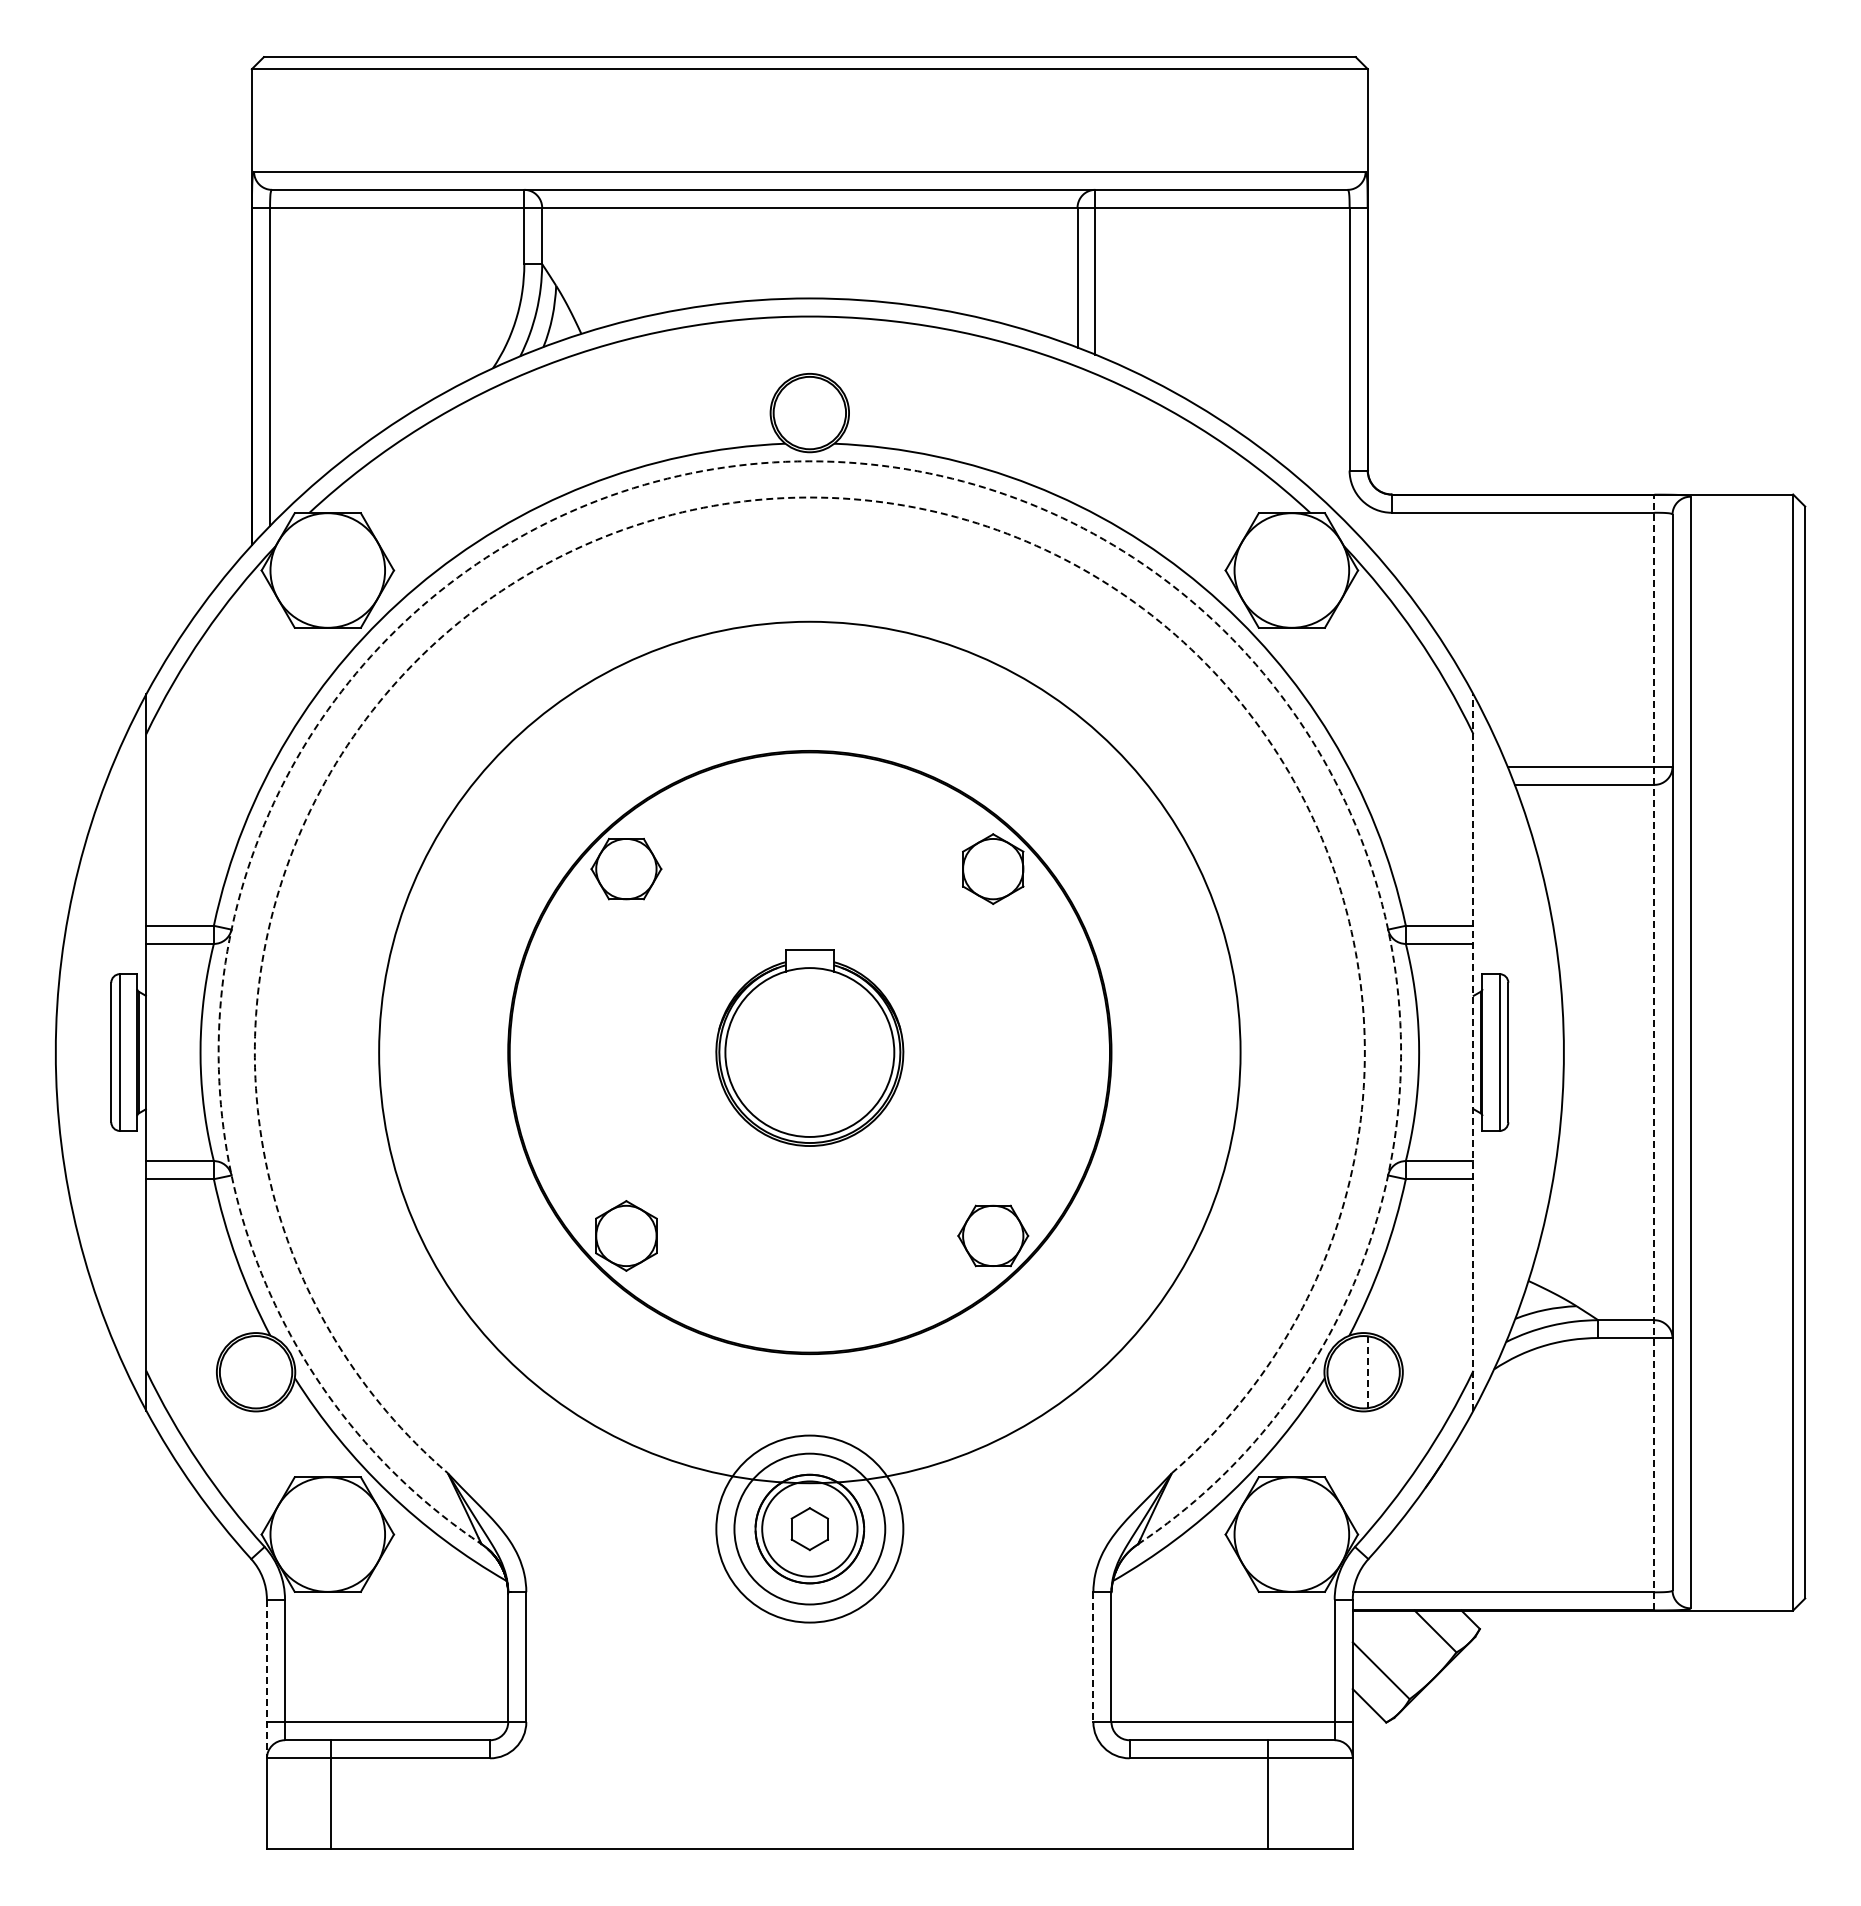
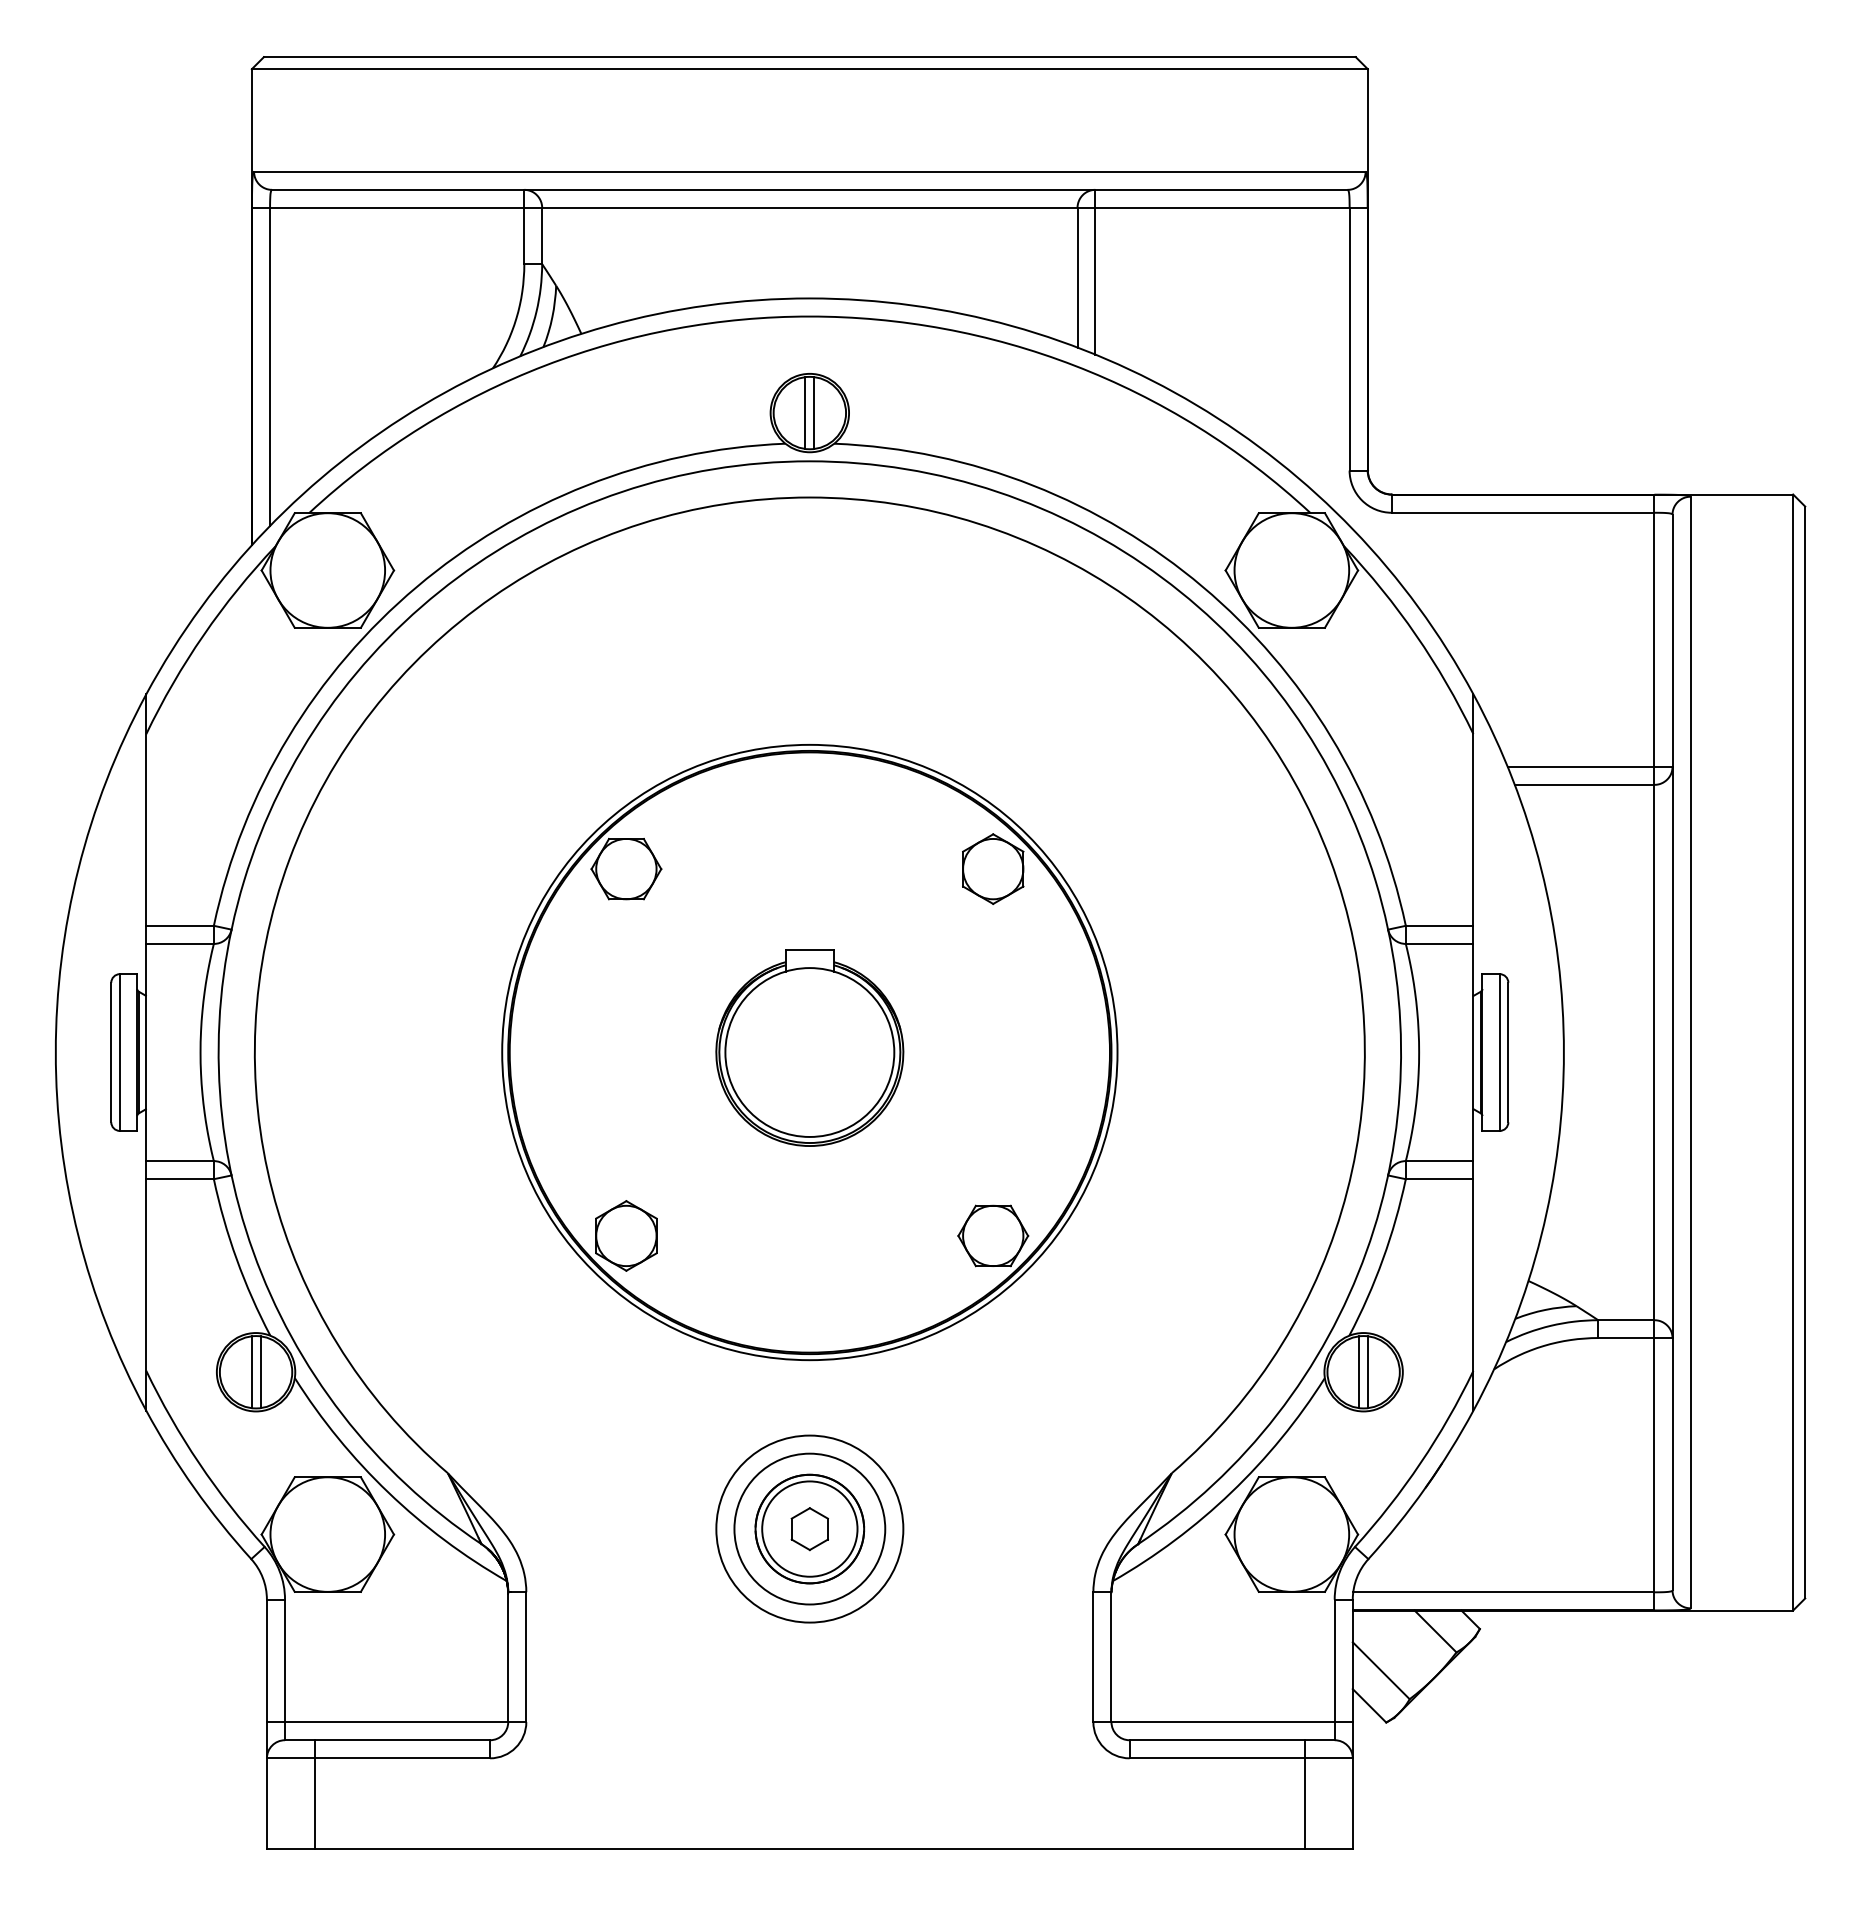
line at (805, 413): none -> present
line at (814, 413): none -> present
arc at (809, 461): dashed -> solid
arc at (809, 497): dashed -> solid
circle at (809, 1052) diameter: 861 px -> 615 px
line at (1473, 1052): dashed -> solid
line at (1654, 1052): dashed -> solid
line at (251, 1372): none -> present
line at (260, 1372): none -> present
line at (1359, 1372): none -> present
line at (1368, 1372): dashed -> solid
line at (1093, 1657): dashed -> solid
line at (266, 1679): dashed -> solid
line at (331, 1794) position: (331, 1794) -> (315, 1794)
line at (1267, 1794) position: (1267, 1794) -> (1304, 1794)
